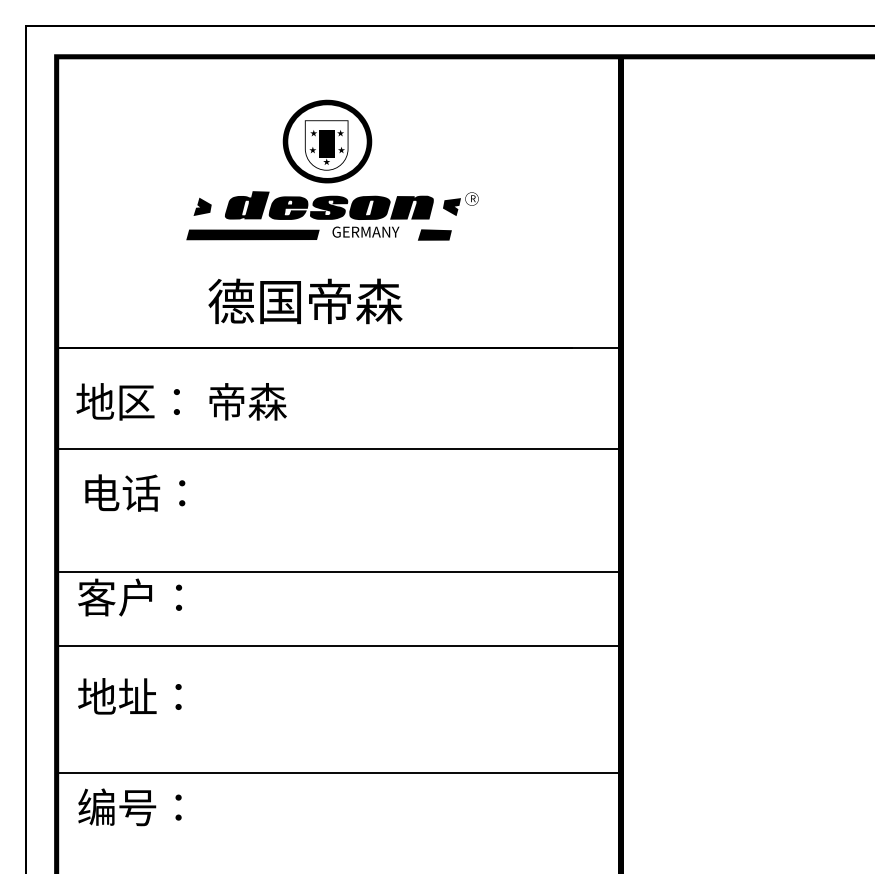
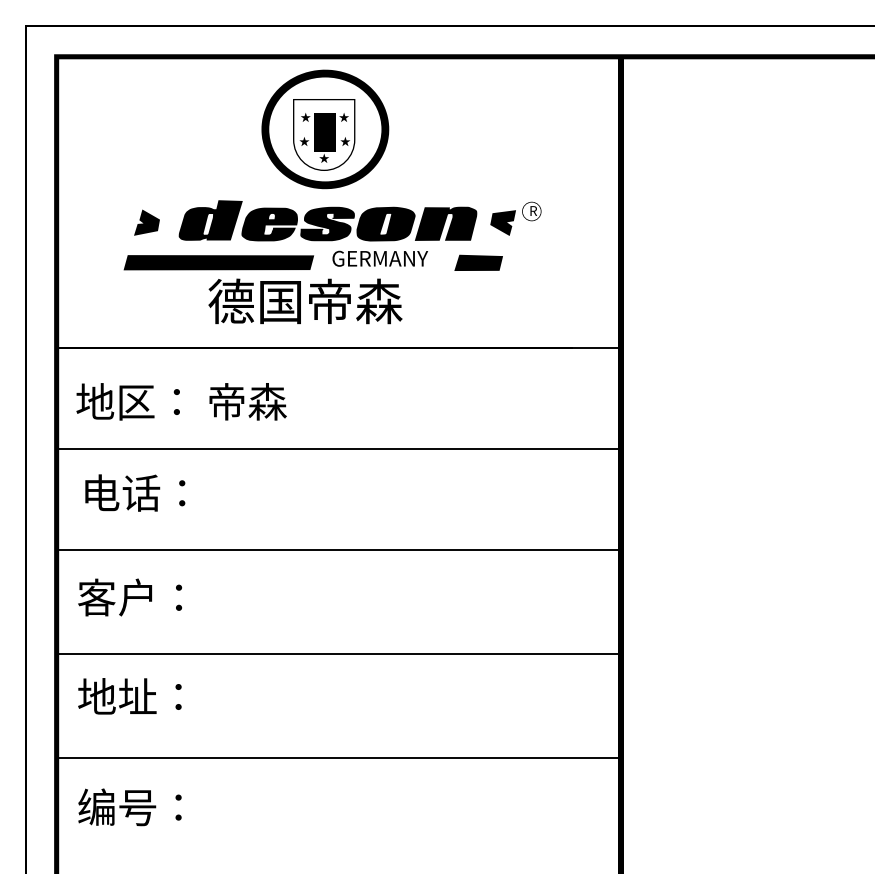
part at (332, 169) size: 293x142 px -> 419x202 px
line at (340, 572) position: (340, 572) -> (340, 550)
line at (338, 646) position: (338, 646) -> (338, 654)
line at (338, 773) position: (338, 773) -> (338, 758)
